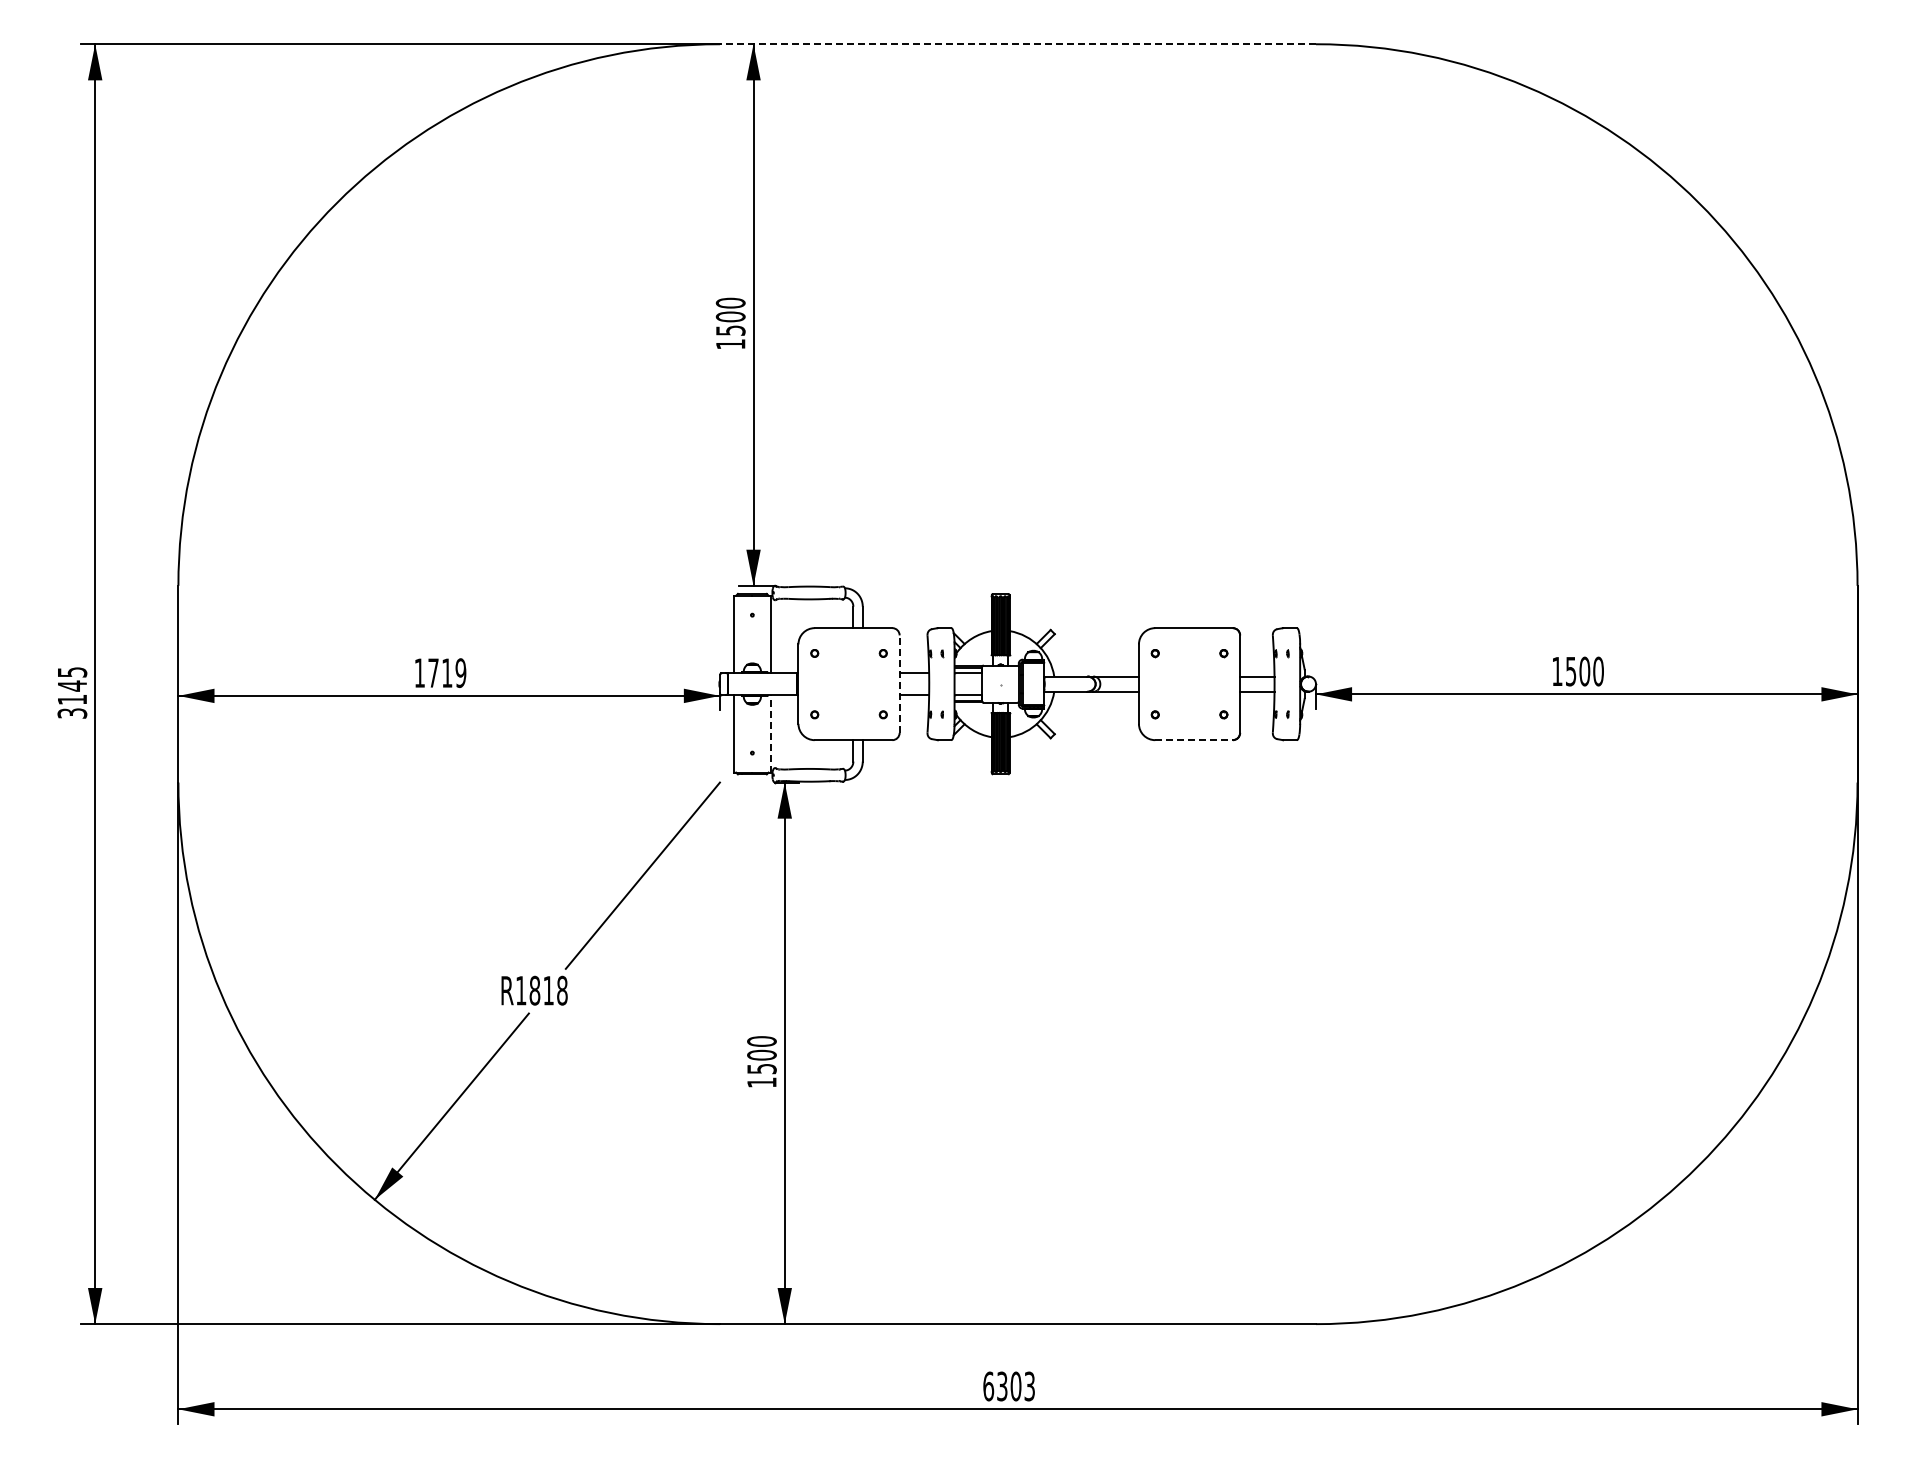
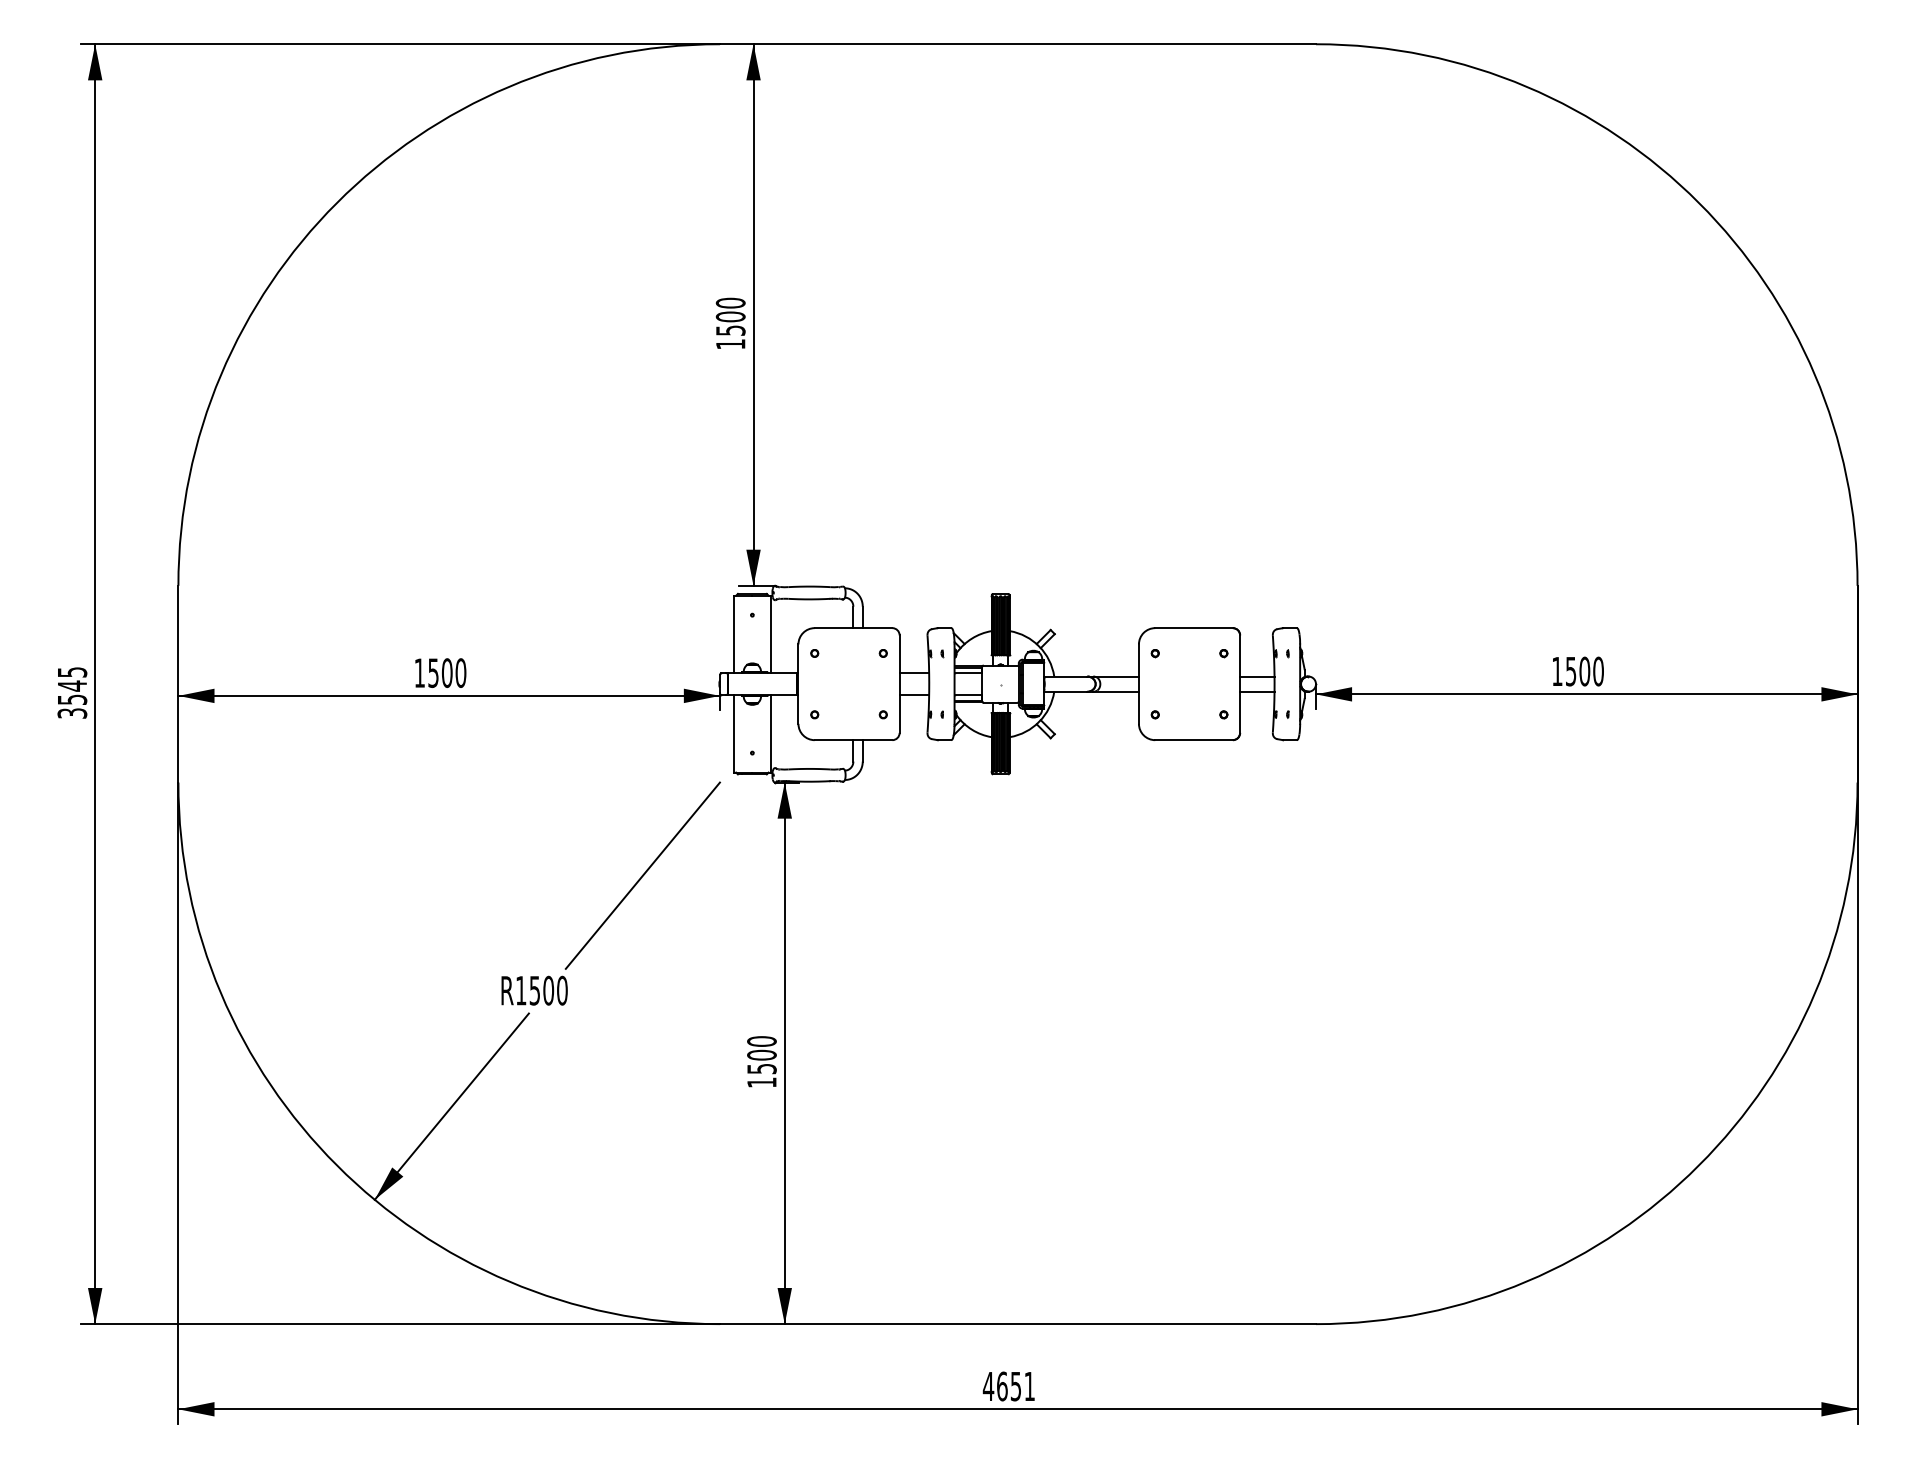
line at (1017, 44): dashed -> solid
text at (447, 673): 1719 -> 1500
line at (899, 684): dashed -> solid
text at (72, 699): 3145 -> 3545
line at (770, 733): dashed -> solid
line at (1194, 740): dashed -> solid
text at (548, 990): R1818 -> R1500
text at (1008, 1386): 6303 -> 4651
